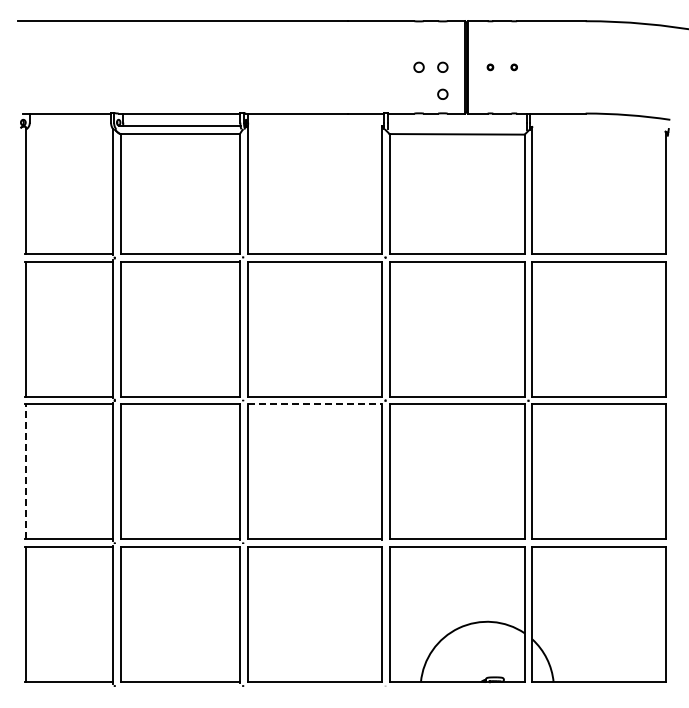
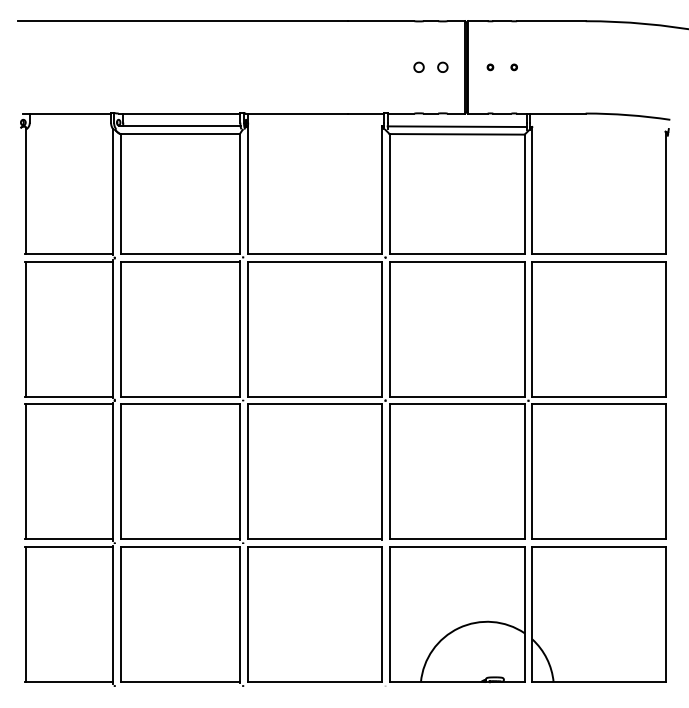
part at (442, 93): present -> none
line at (456, 126): none -> present
line at (315, 404): dashed -> solid
line at (26, 471): dashed -> solid
